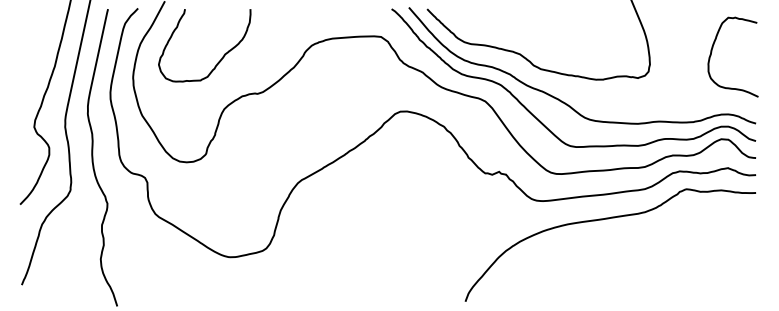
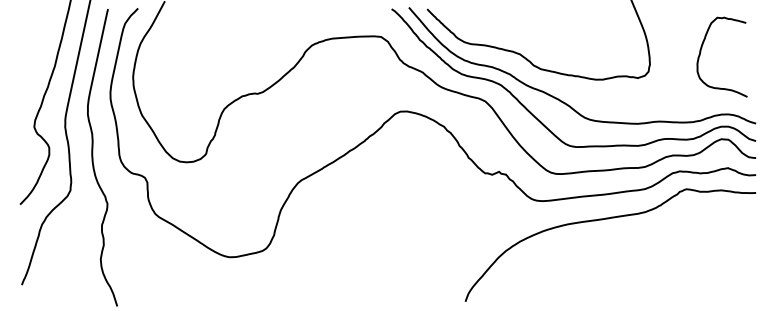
curve at (712, 52) position: (712, 52) -> (701, 52)
curve at (222, 56): present -> none
